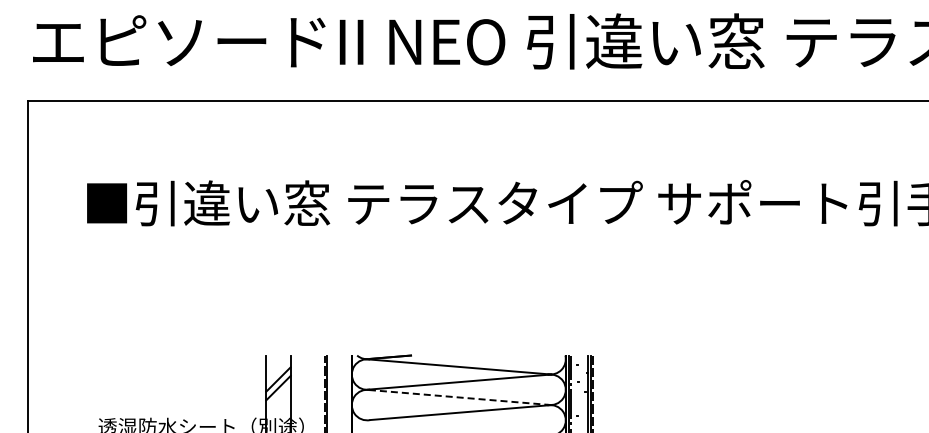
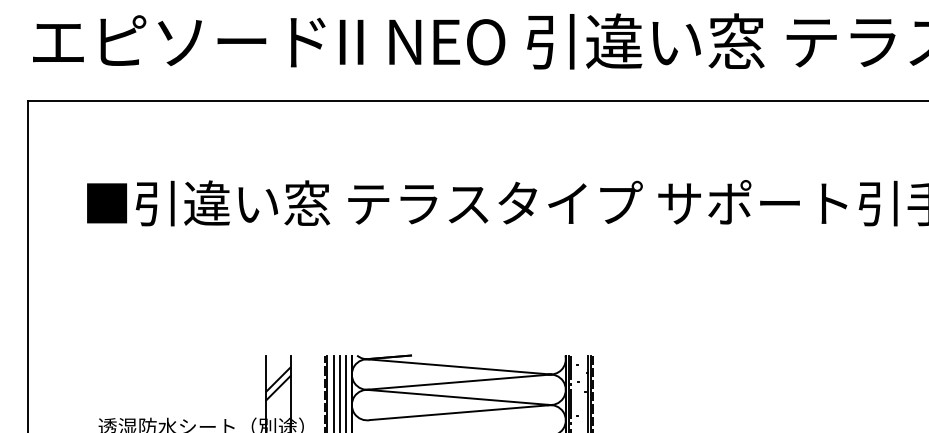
line at (333, 392): none -> present
line at (339, 392): none -> present
line at (345, 392): none -> present
line at (458, 397): dashed -> solid
